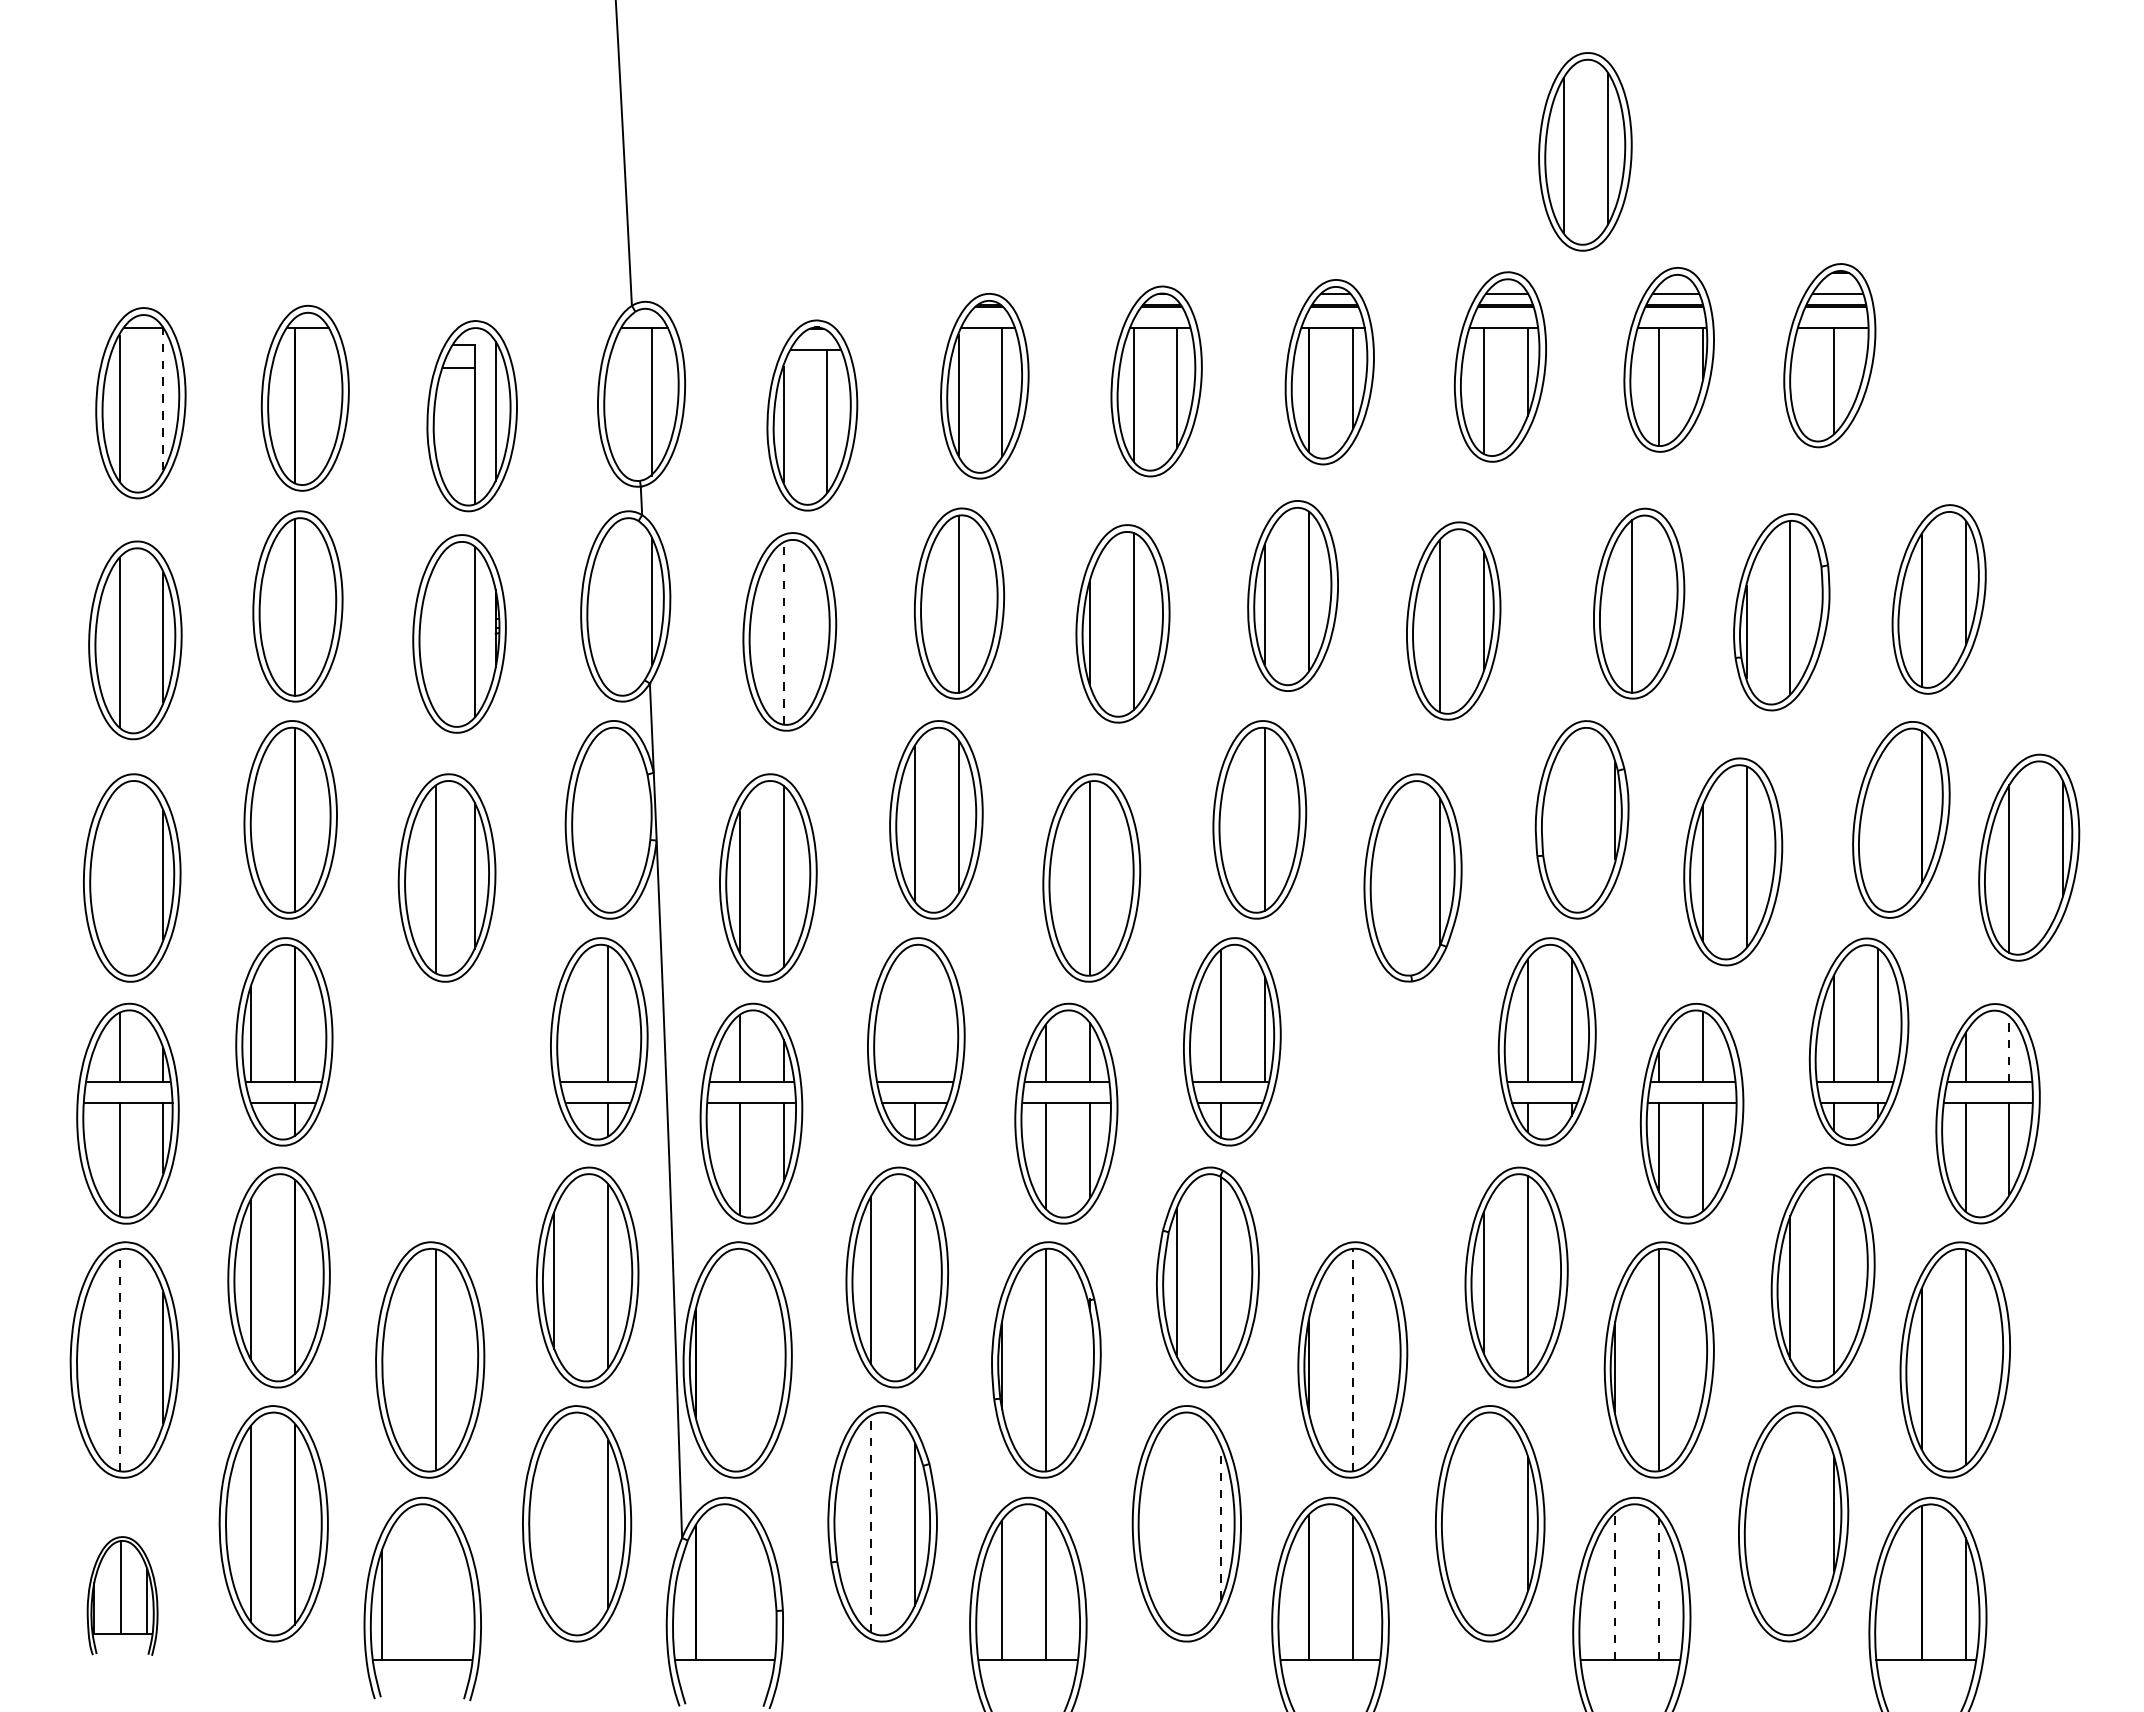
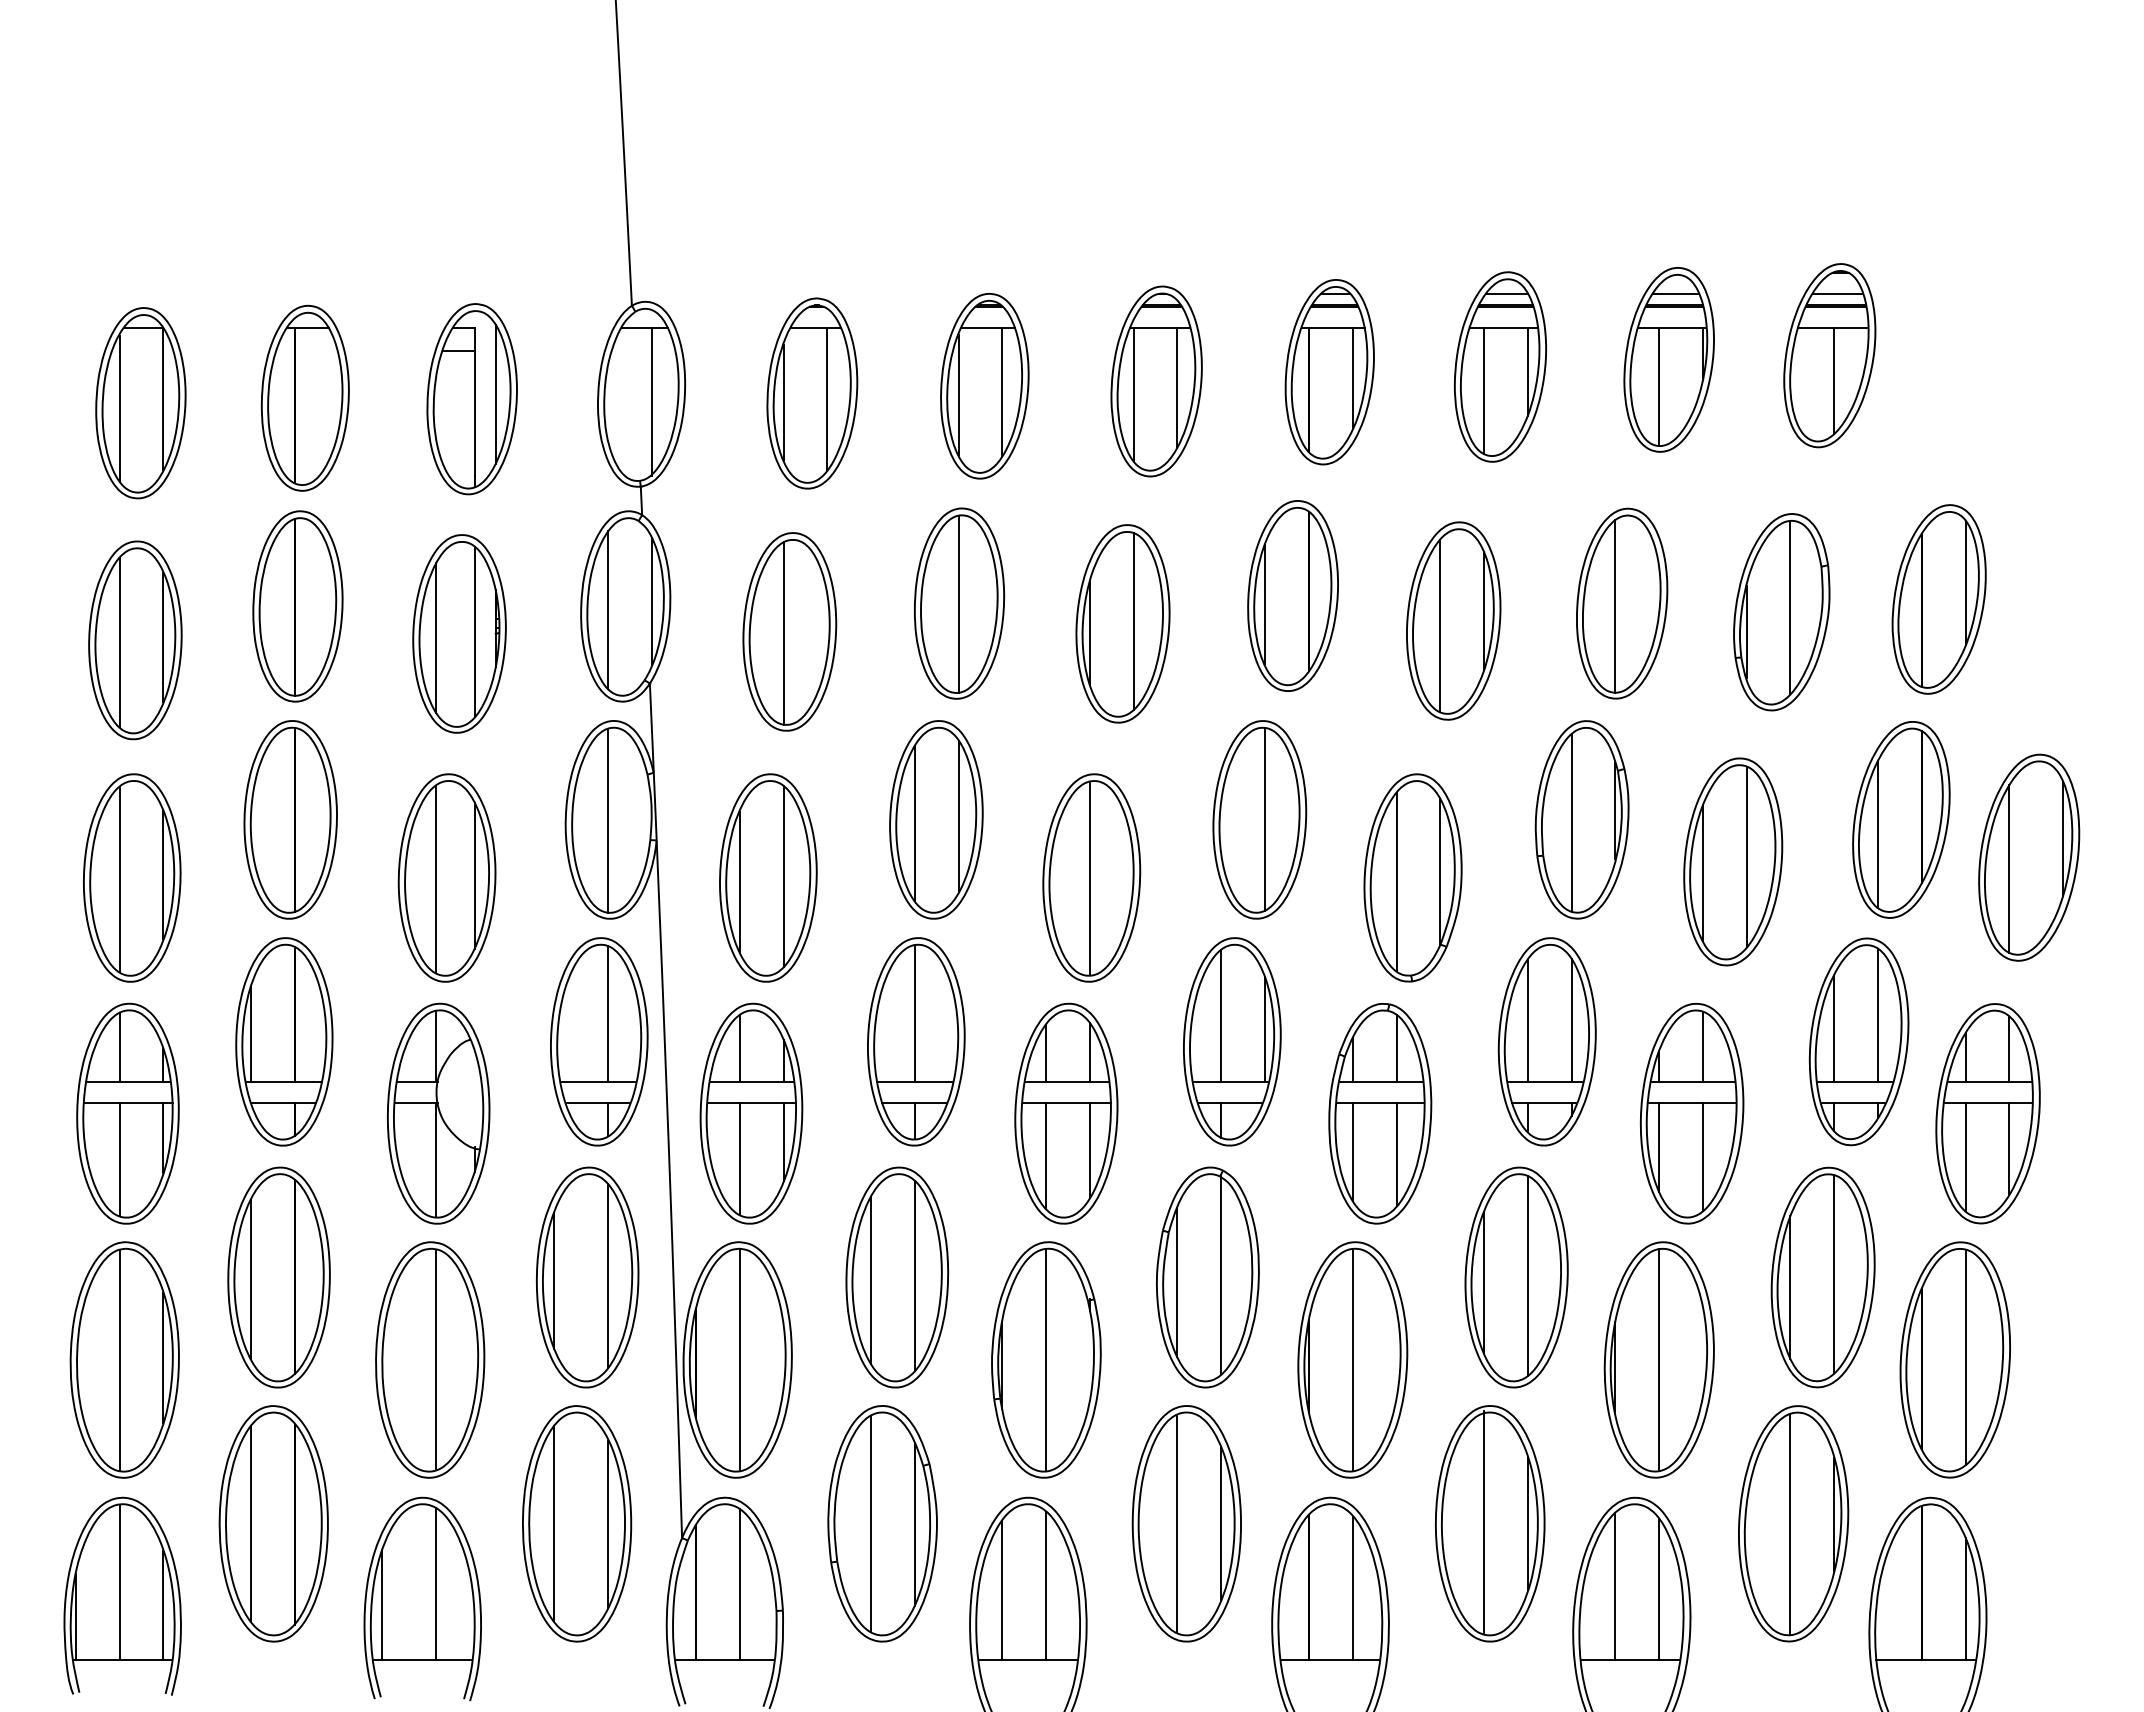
part at (1585, 151): present -> none
line at (163, 398): dashed -> solid
part at (812, 415) position: (812, 415) -> (812, 393)
part at (471, 416) position: (471, 416) -> (471, 399)
part at (1639, 603) position: (1639, 603) -> (1622, 603)
line at (608, 609): none -> present
line at (783, 632): dashed -> solid
line at (436, 637): none -> present
line at (608, 820): none -> present
line at (1571, 822): none -> present
line at (1877, 834): none -> present
line at (119, 879): none -> present
line at (1396, 882): none -> present
line at (914, 1013): none -> present
line at (2009, 1049): dashed -> solid
part at (438, 1113): none -> present
part at (1380, 1113): none -> present
line at (739, 1359): none -> present
line at (1352, 1359): dashed -> solid
line at (119, 1360): dashed -> solid
line at (1484, 1522): none -> present
line at (554, 1523): none -> present
line at (871, 1523): dashed -> solid
line at (1177, 1523): none -> present
line at (1221, 1523): dashed -> solid
line at (1790, 1524): none -> present
line at (436, 1584): none -> present
line at (739, 1584): none -> present
line at (1615, 1586): dashed -> solid
line at (1659, 1589): dashed -> solid
part at (122, 1595) size: 73x120 px -> 119x200 px
